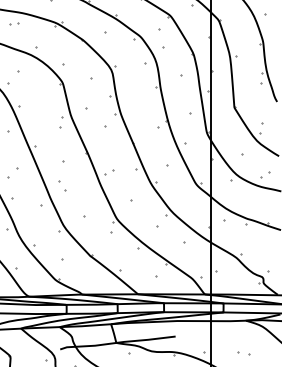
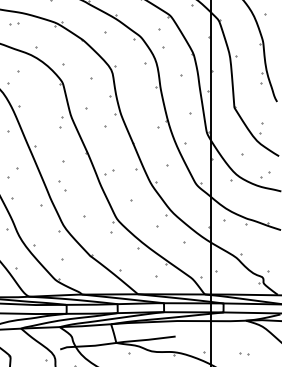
part at (243, 353) size: 14x5 px -> 11x4 px
